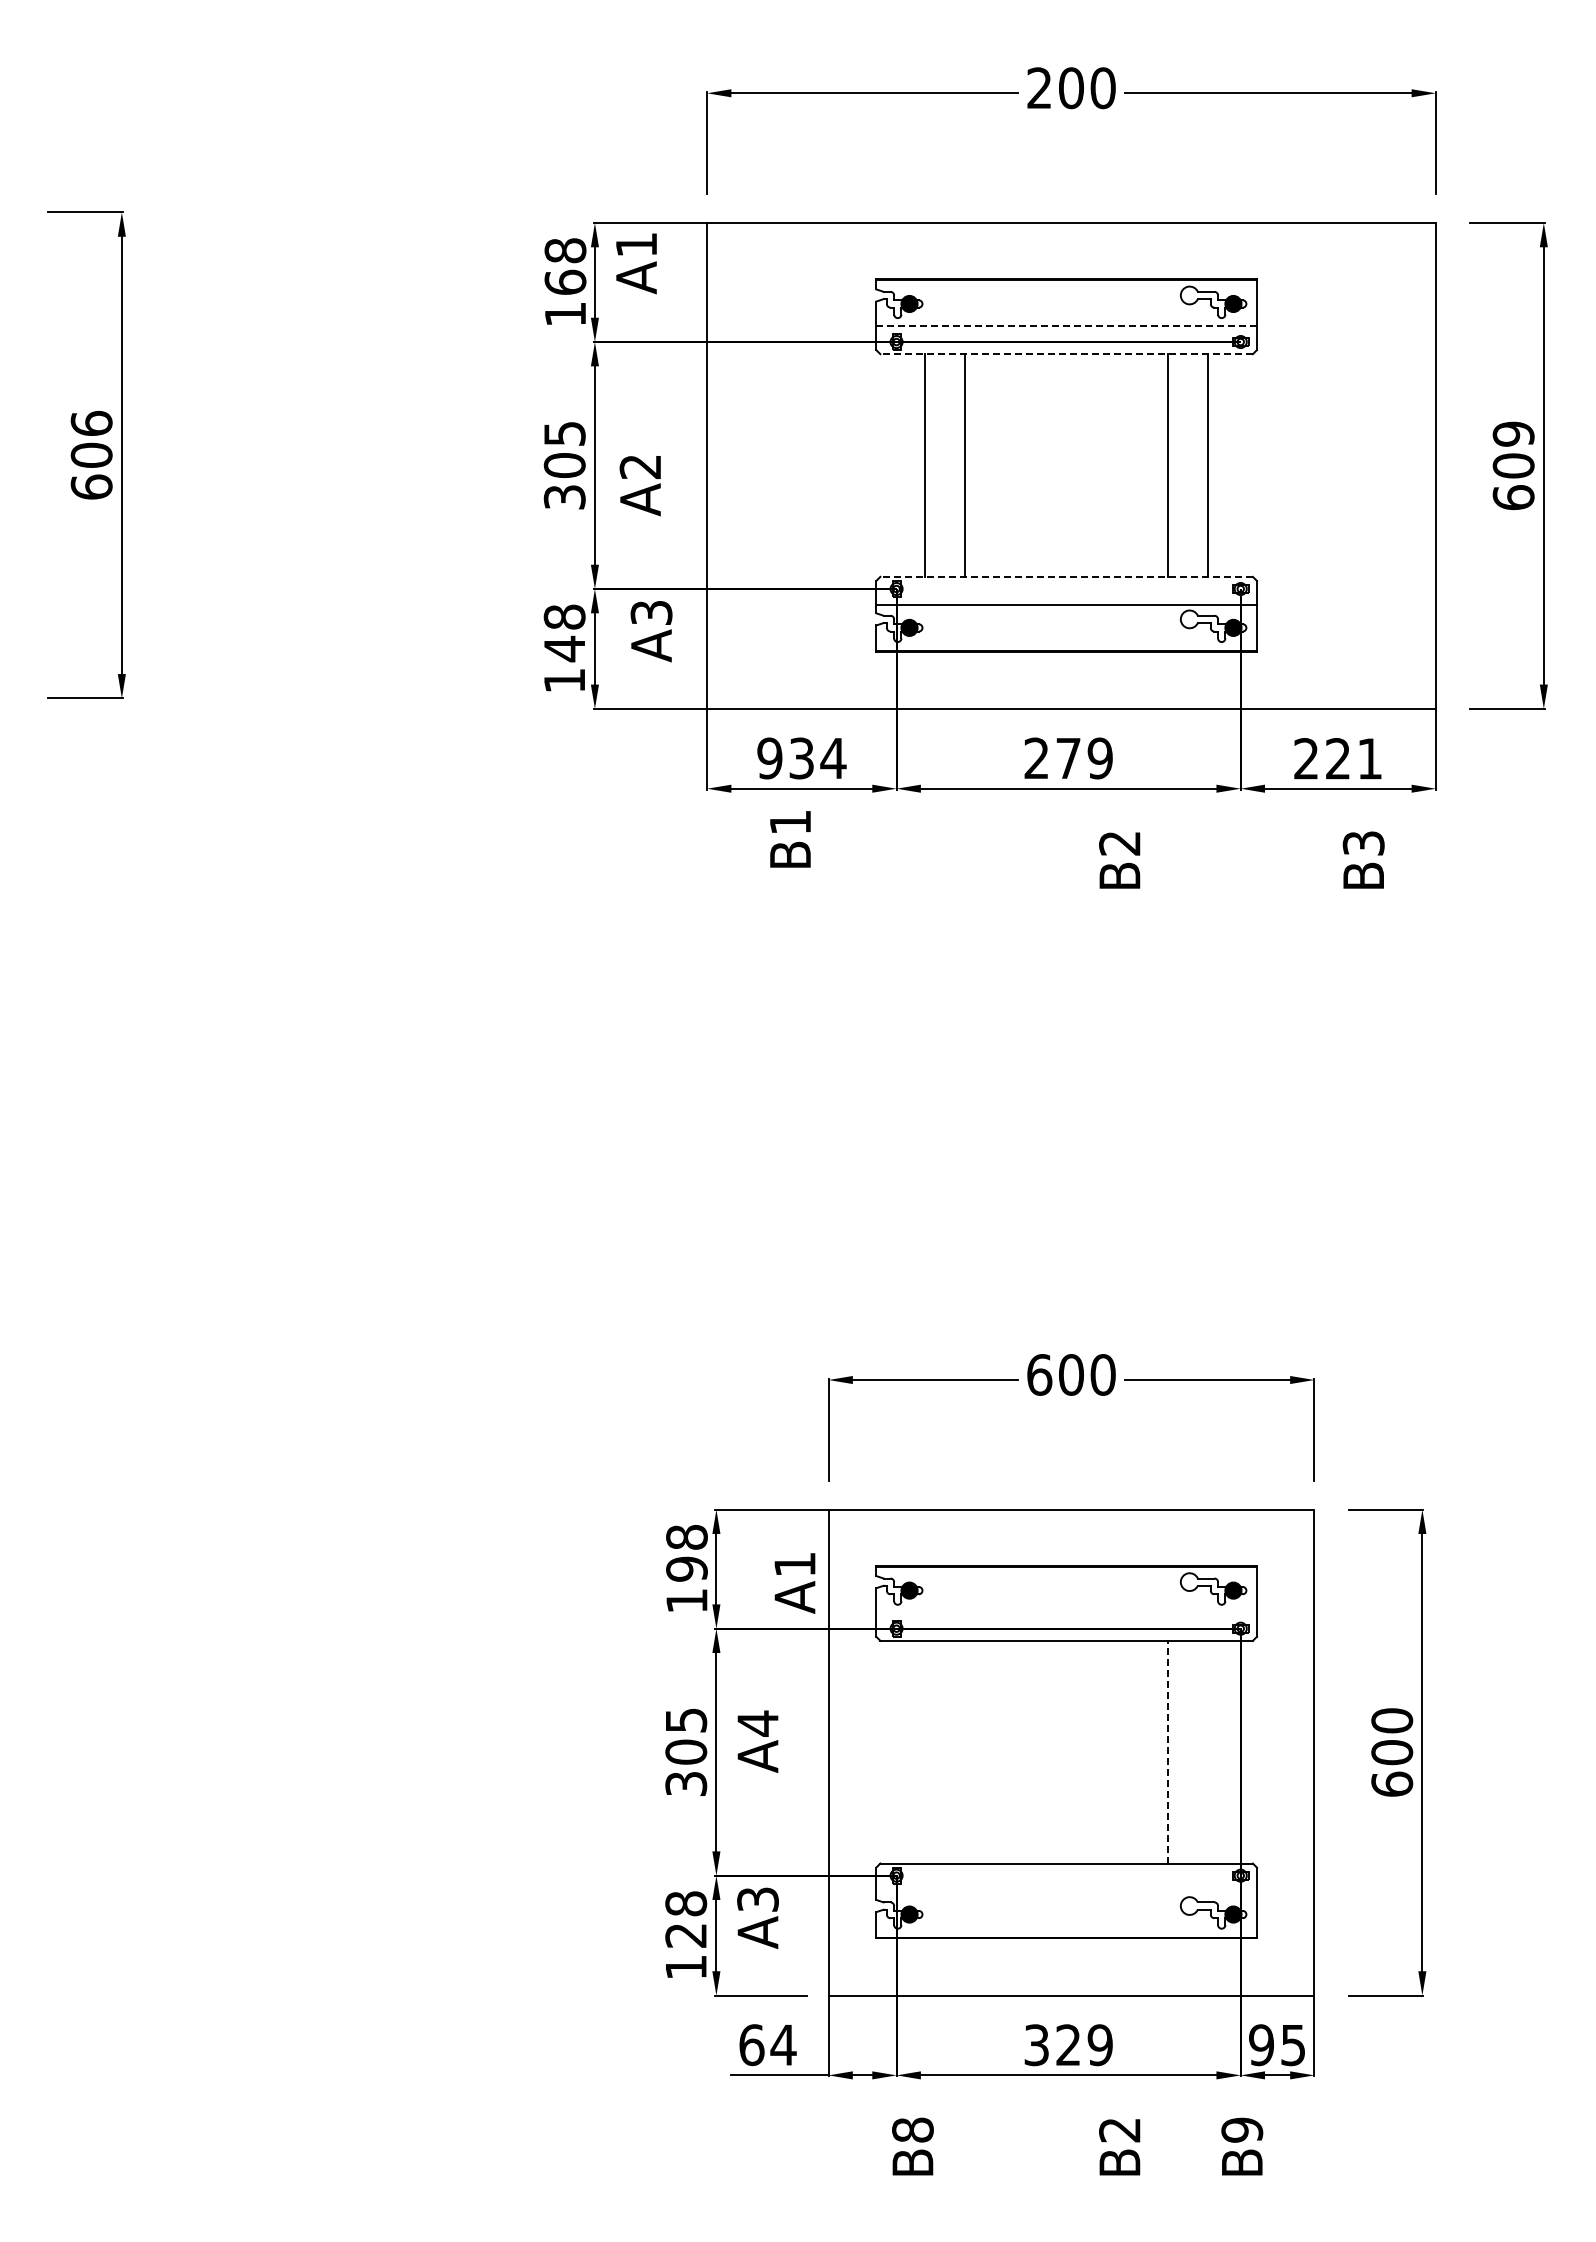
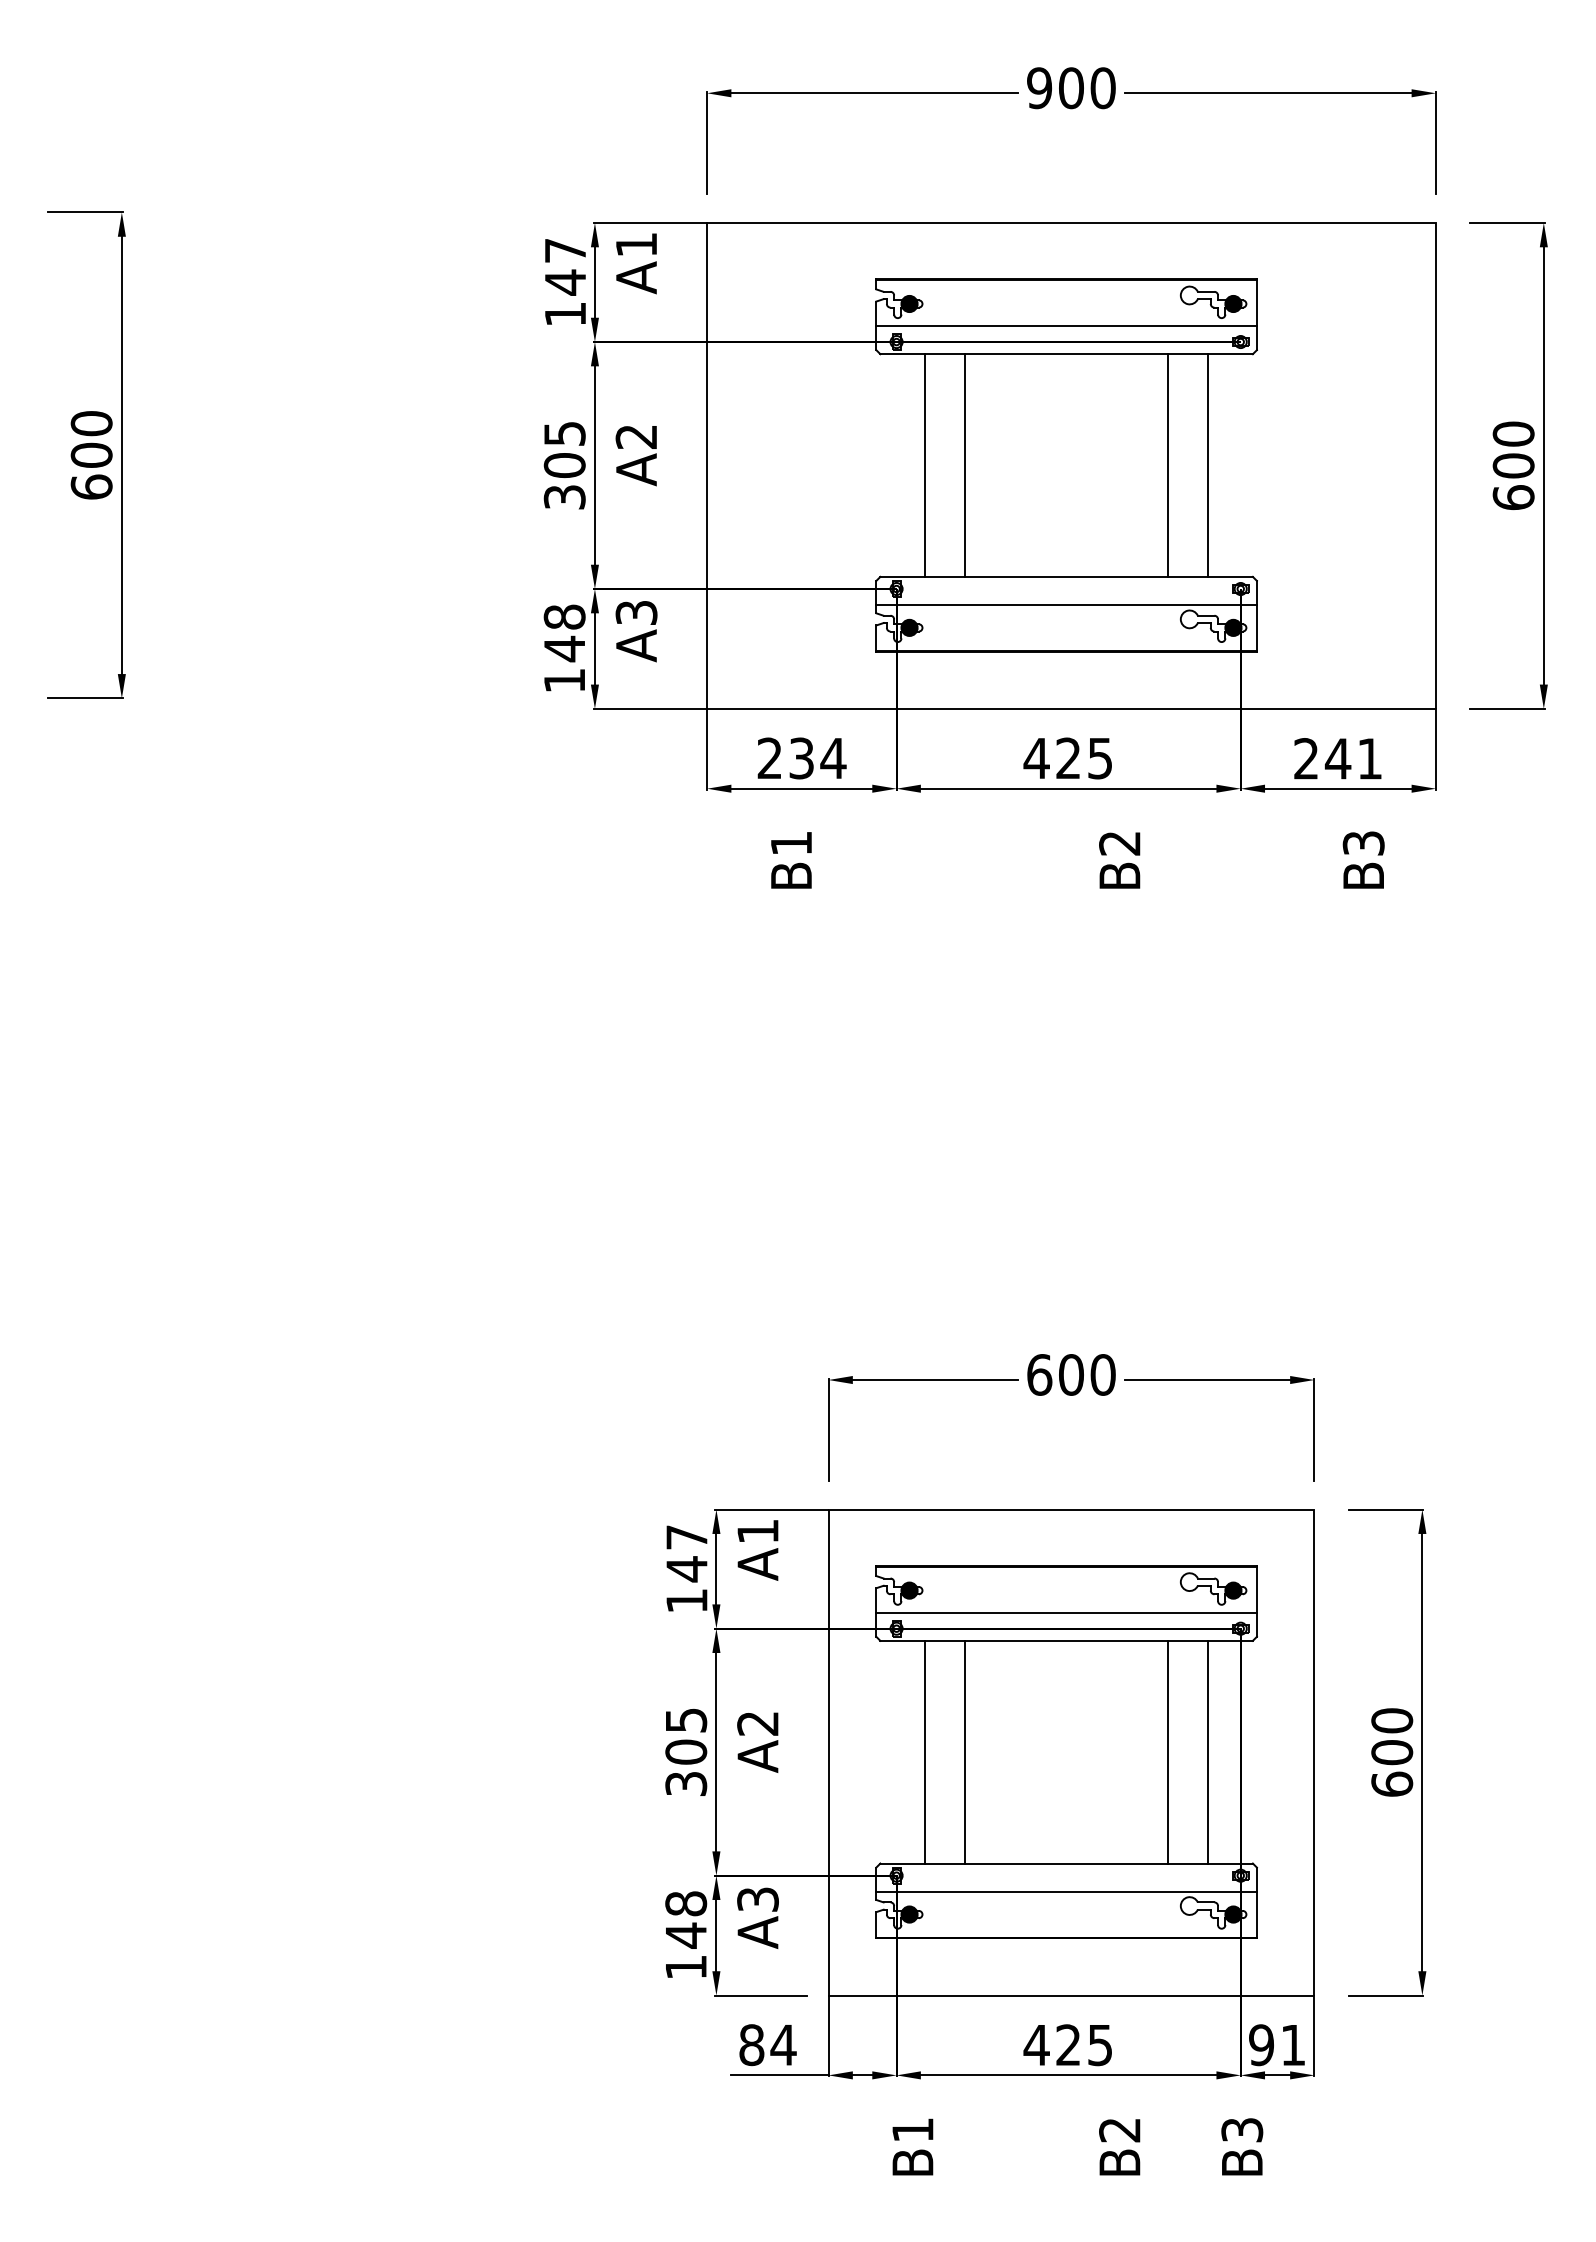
text at (1039, 88): 200 -> 900
text at (565, 266): 168 -> 147
line at (1066, 325): dashed -> solid
line at (1066, 354): dashed -> solid
text at (91, 423): 606 -> 600
text at (1513, 433): 609 -> 600
text at (639, 486) position: (639, 486) -> (635, 456)
line at (1066, 576): dashed -> solid
text at (651, 631) position: (651, 631) -> (636, 631)
text at (769, 758): 934 -> 234
text at (1067, 758): 279 -> 425
text at (1337, 758): 221 -> 241
text at (790, 839) position: (790, 839) -> (791, 860)
text at (686, 1553): 198 -> 147
text at (794, 1583) position: (794, 1583) -> (757, 1550)
line at (1066, 1612): none -> present
text at (757, 1723): A4 -> A2
line at (924, 1751): none -> present
line at (965, 1751): none -> present
line at (1167, 1751): dashed -> solid
line at (1208, 1751): none -> present
line at (1066, 1891): none -> present
text at (685, 1935): 128 -> 148
text at (751, 2044): 64 -> 84
text at (1067, 2045): 329 -> 425
text at (1292, 2045): 95 -> 91
text at (912, 2129): B8 -> B1
text at (1242, 2129): B9 -> B3
